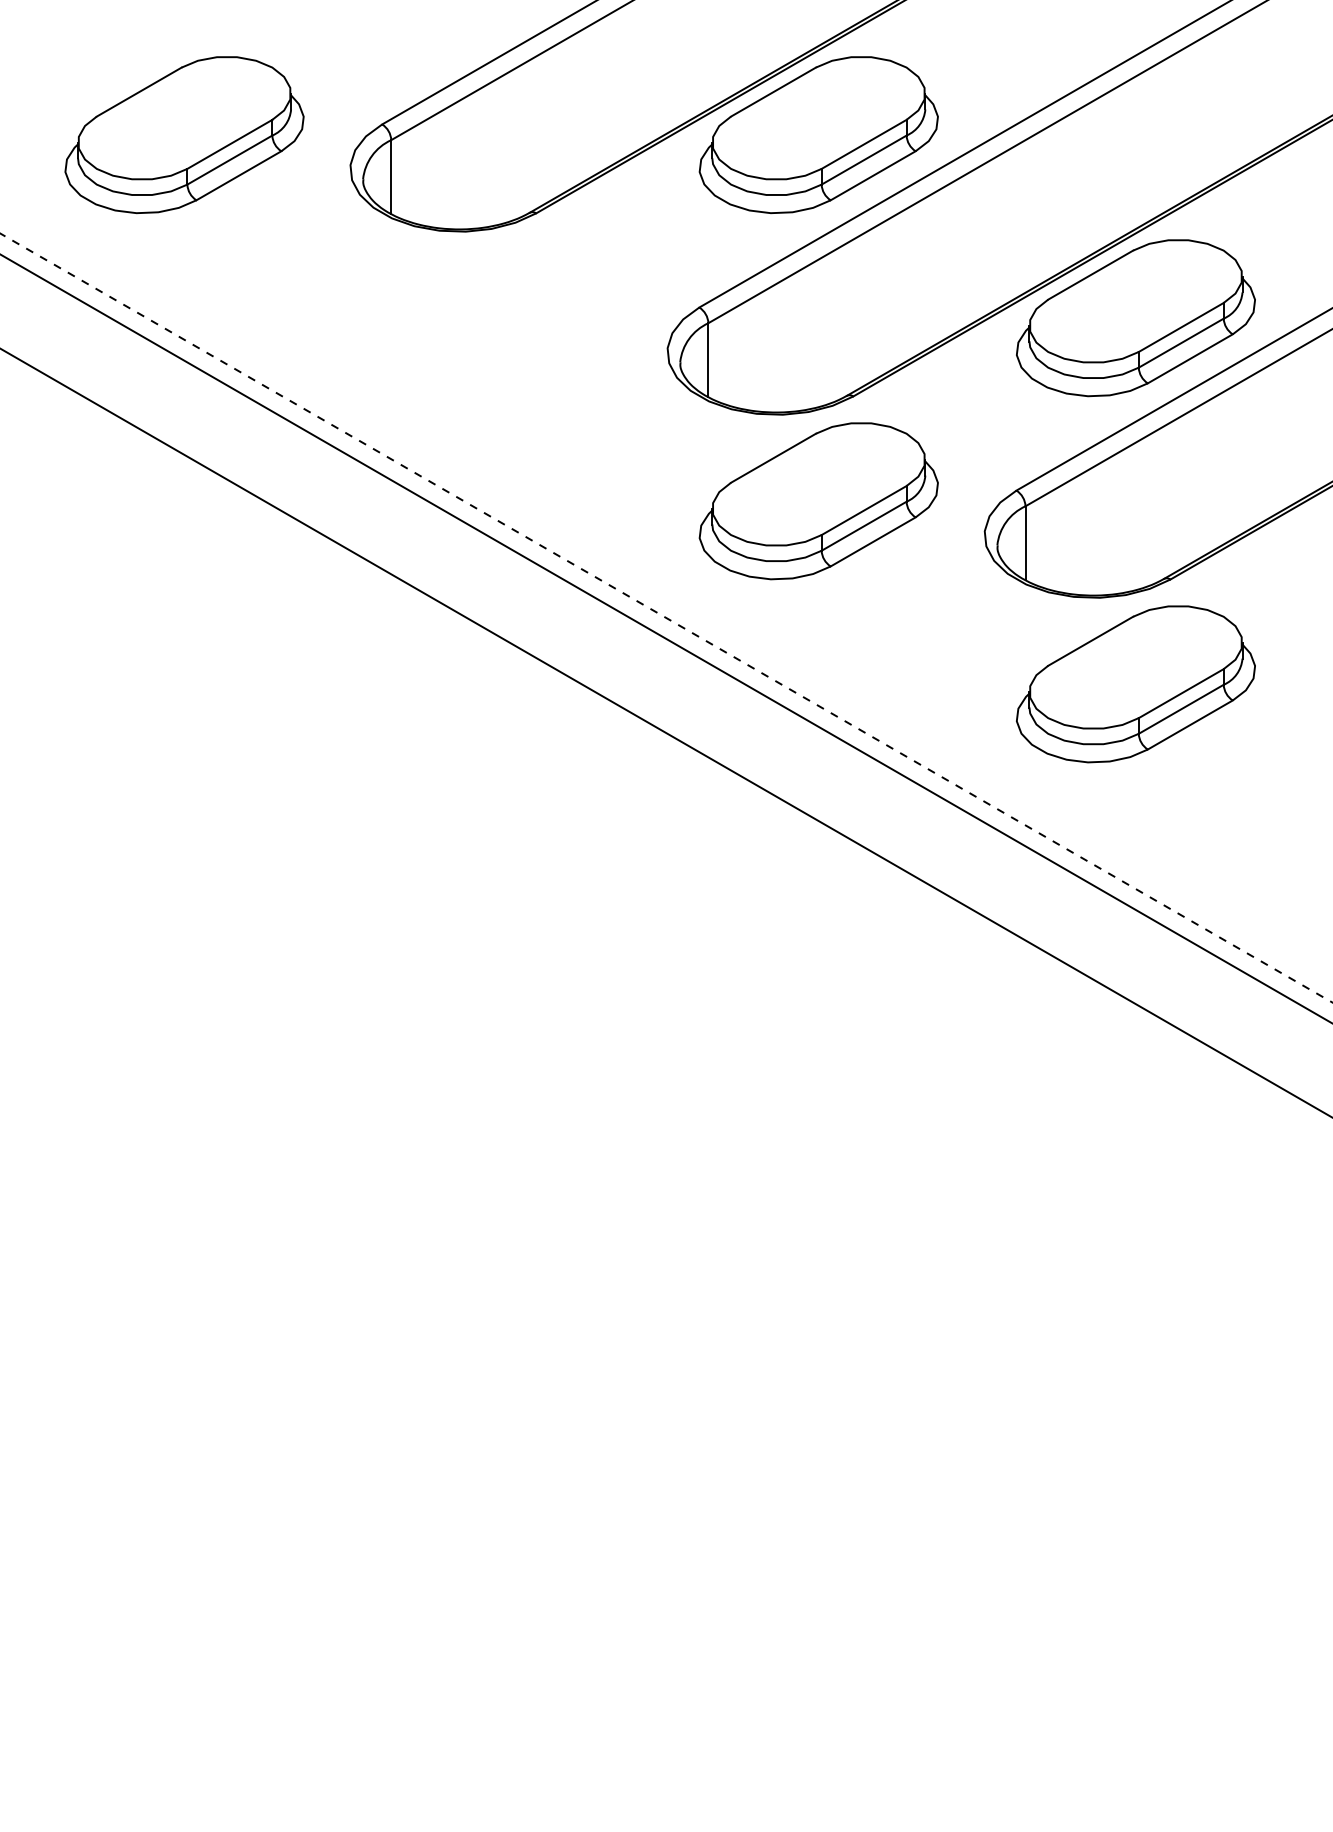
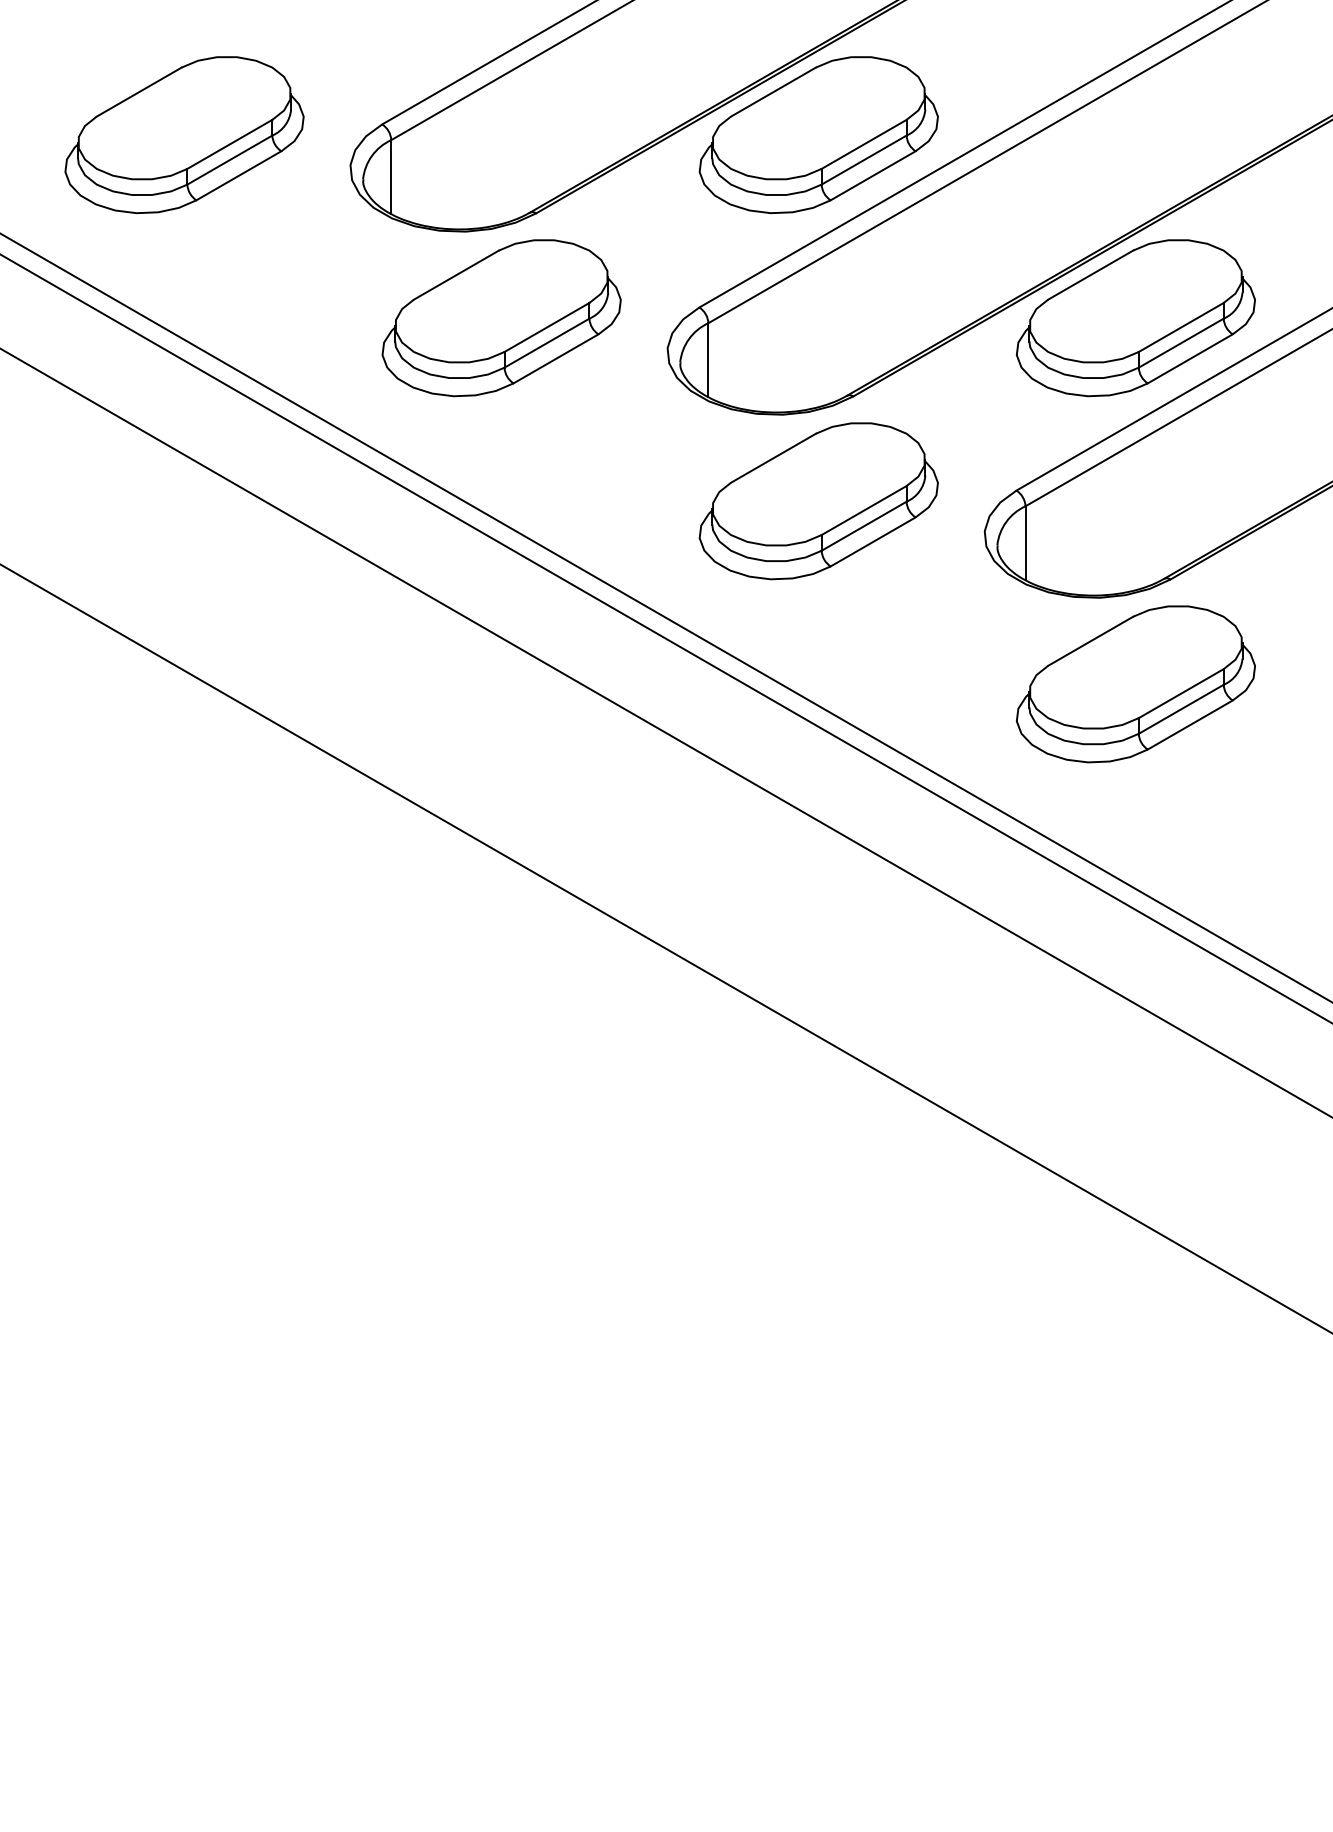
part at (501, 318): none -> present
line at (666, 618): dashed -> solid
line at (665, 948): none -> present
